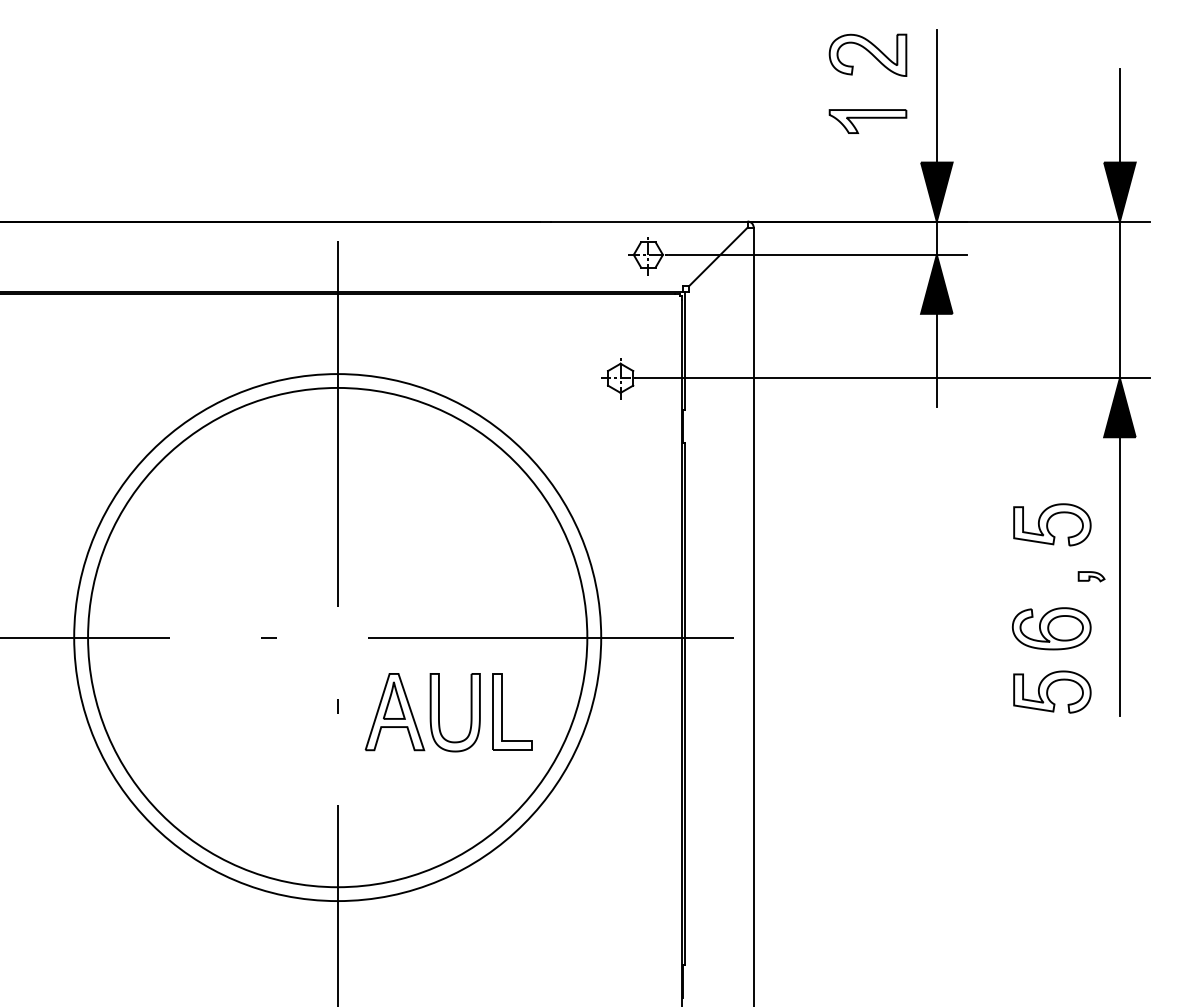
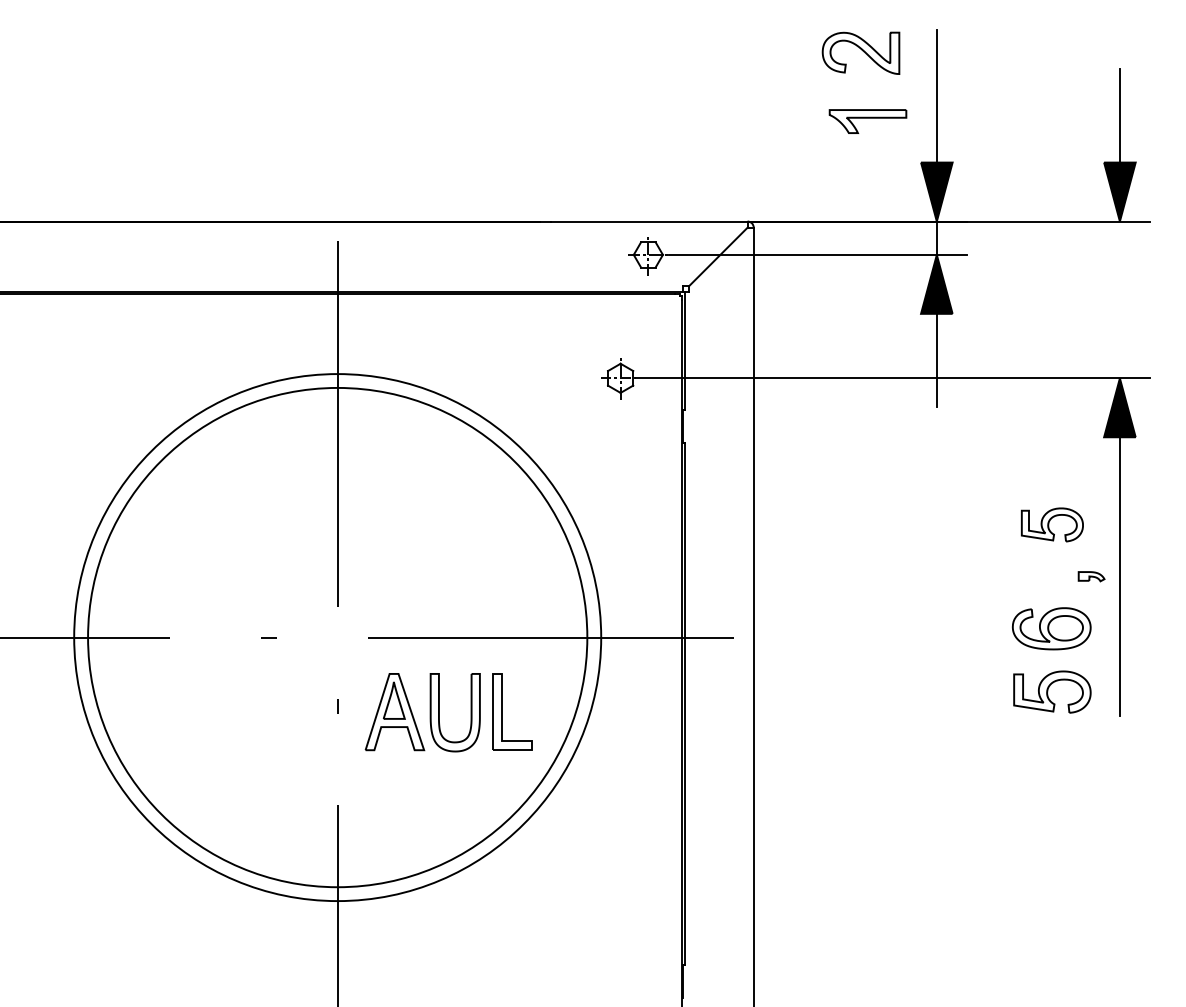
part at (867, 54) position: (867, 54) -> (860, 52)
line at (1119, 299): present -> none
part at (1052, 524) size: 79x44 px -> 64x36 px
